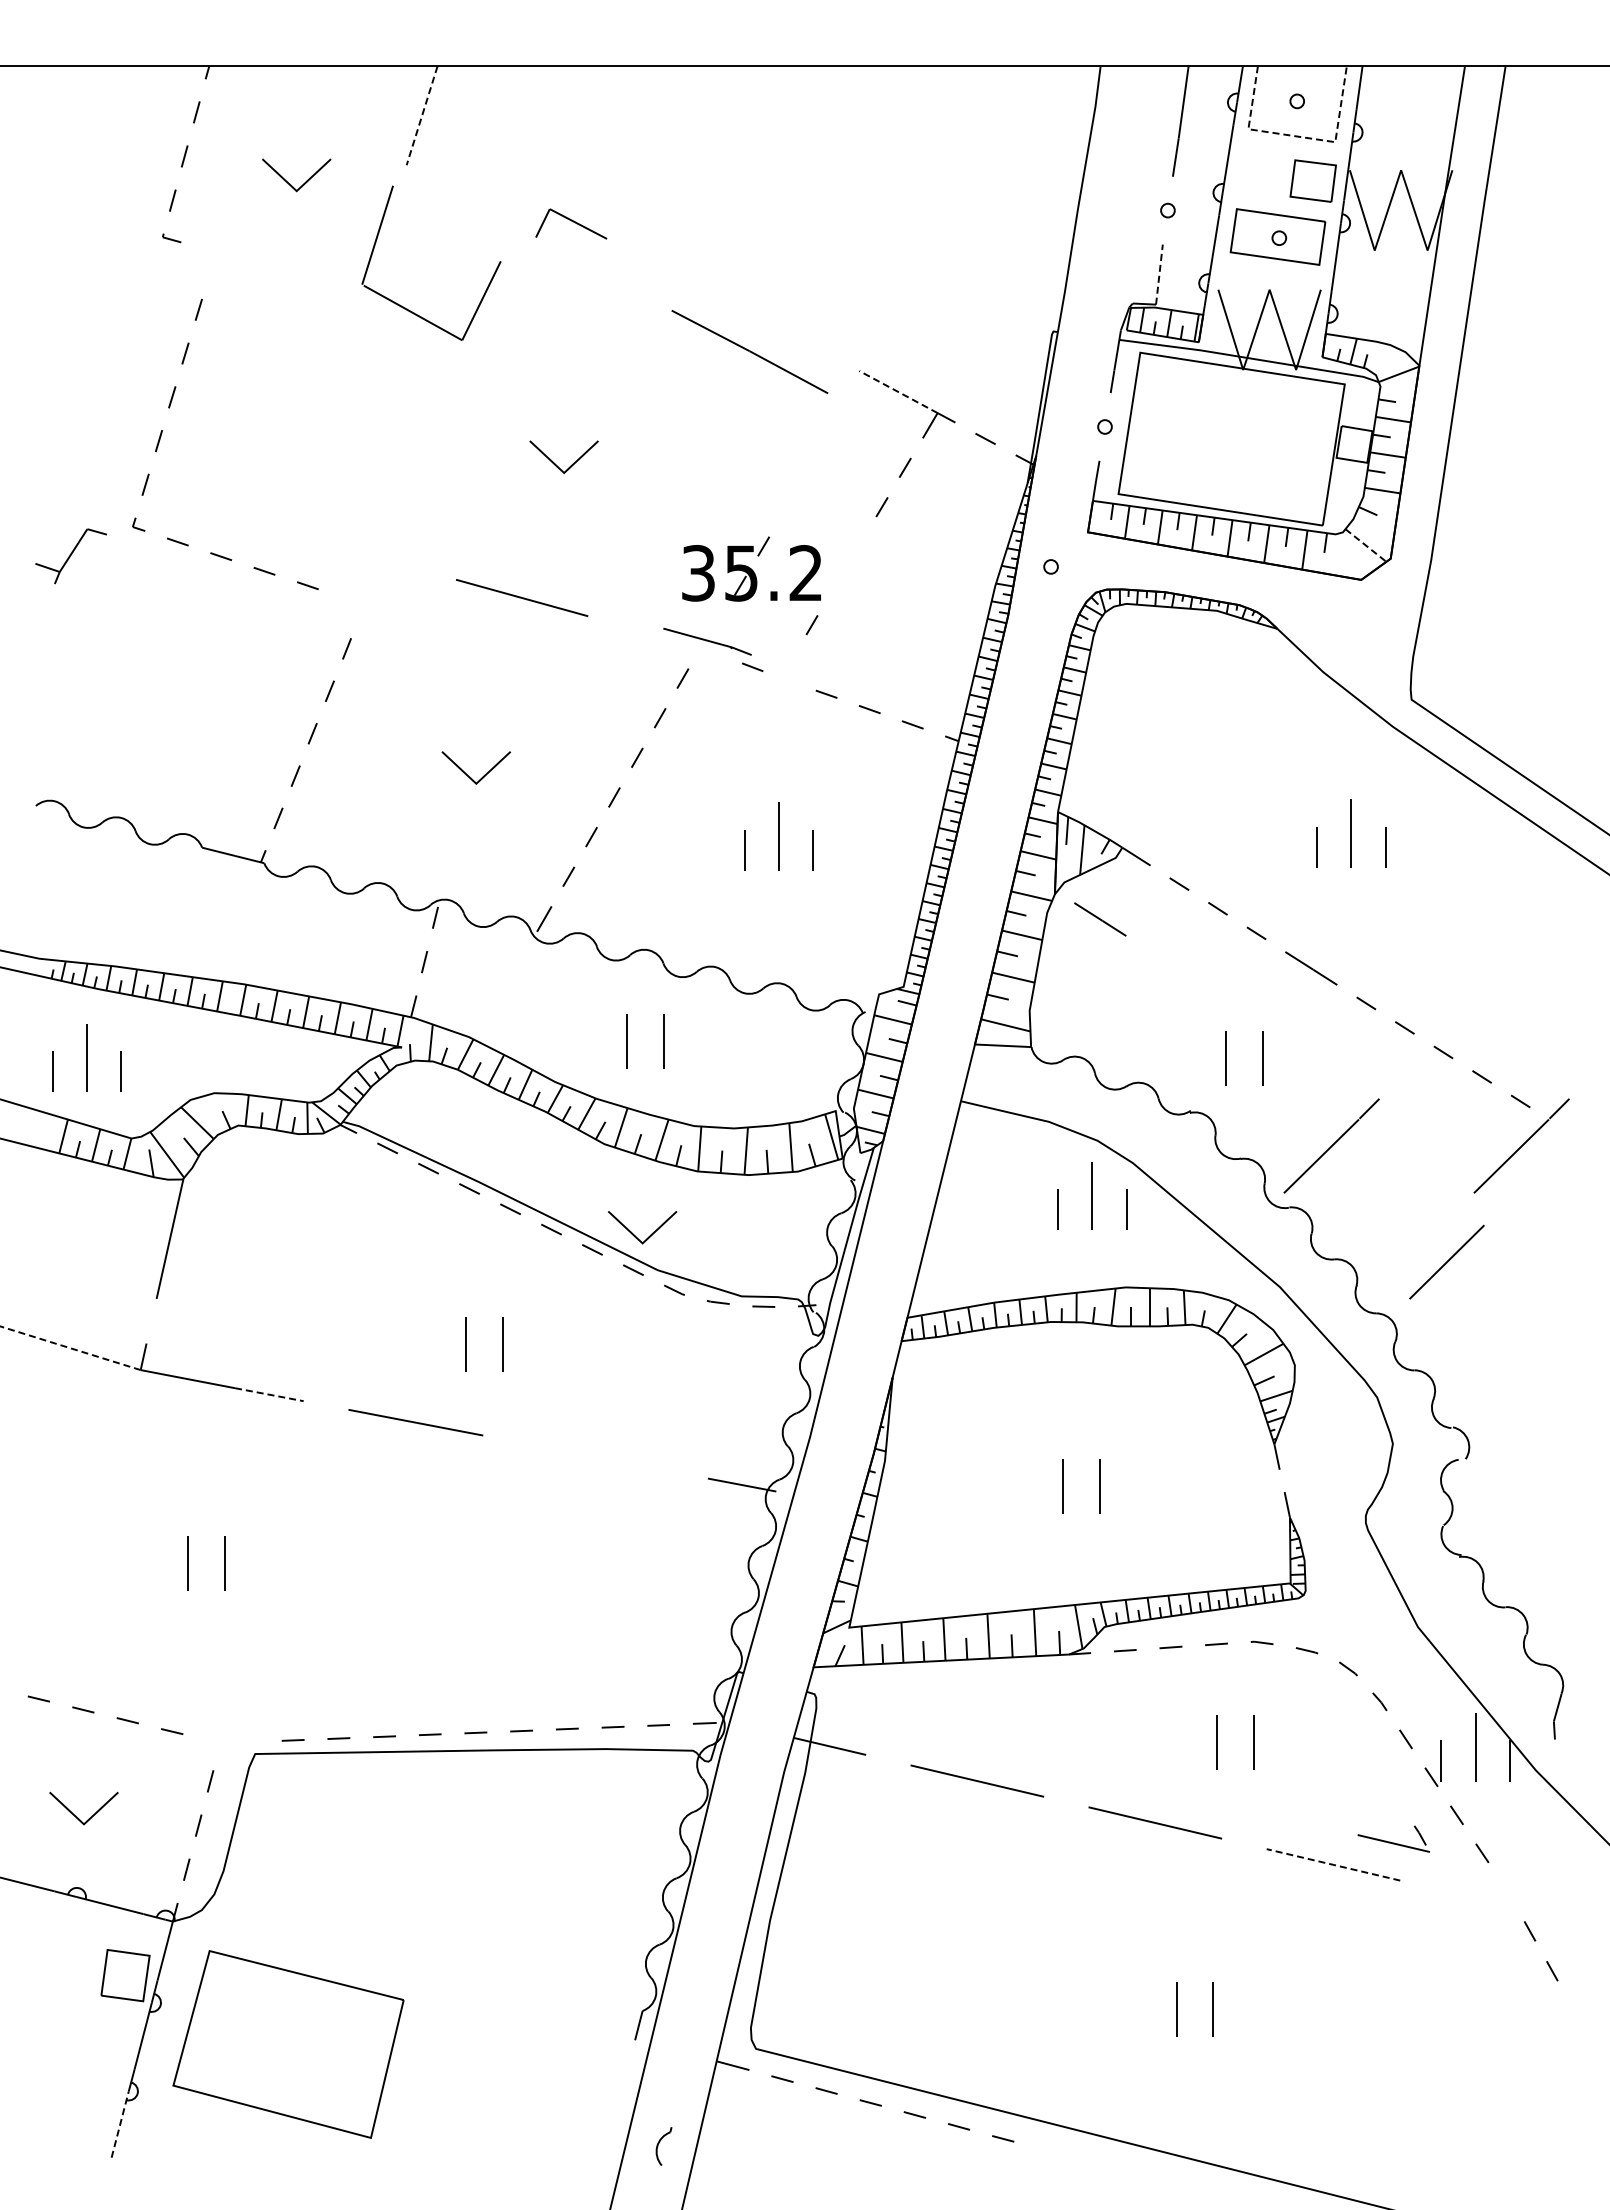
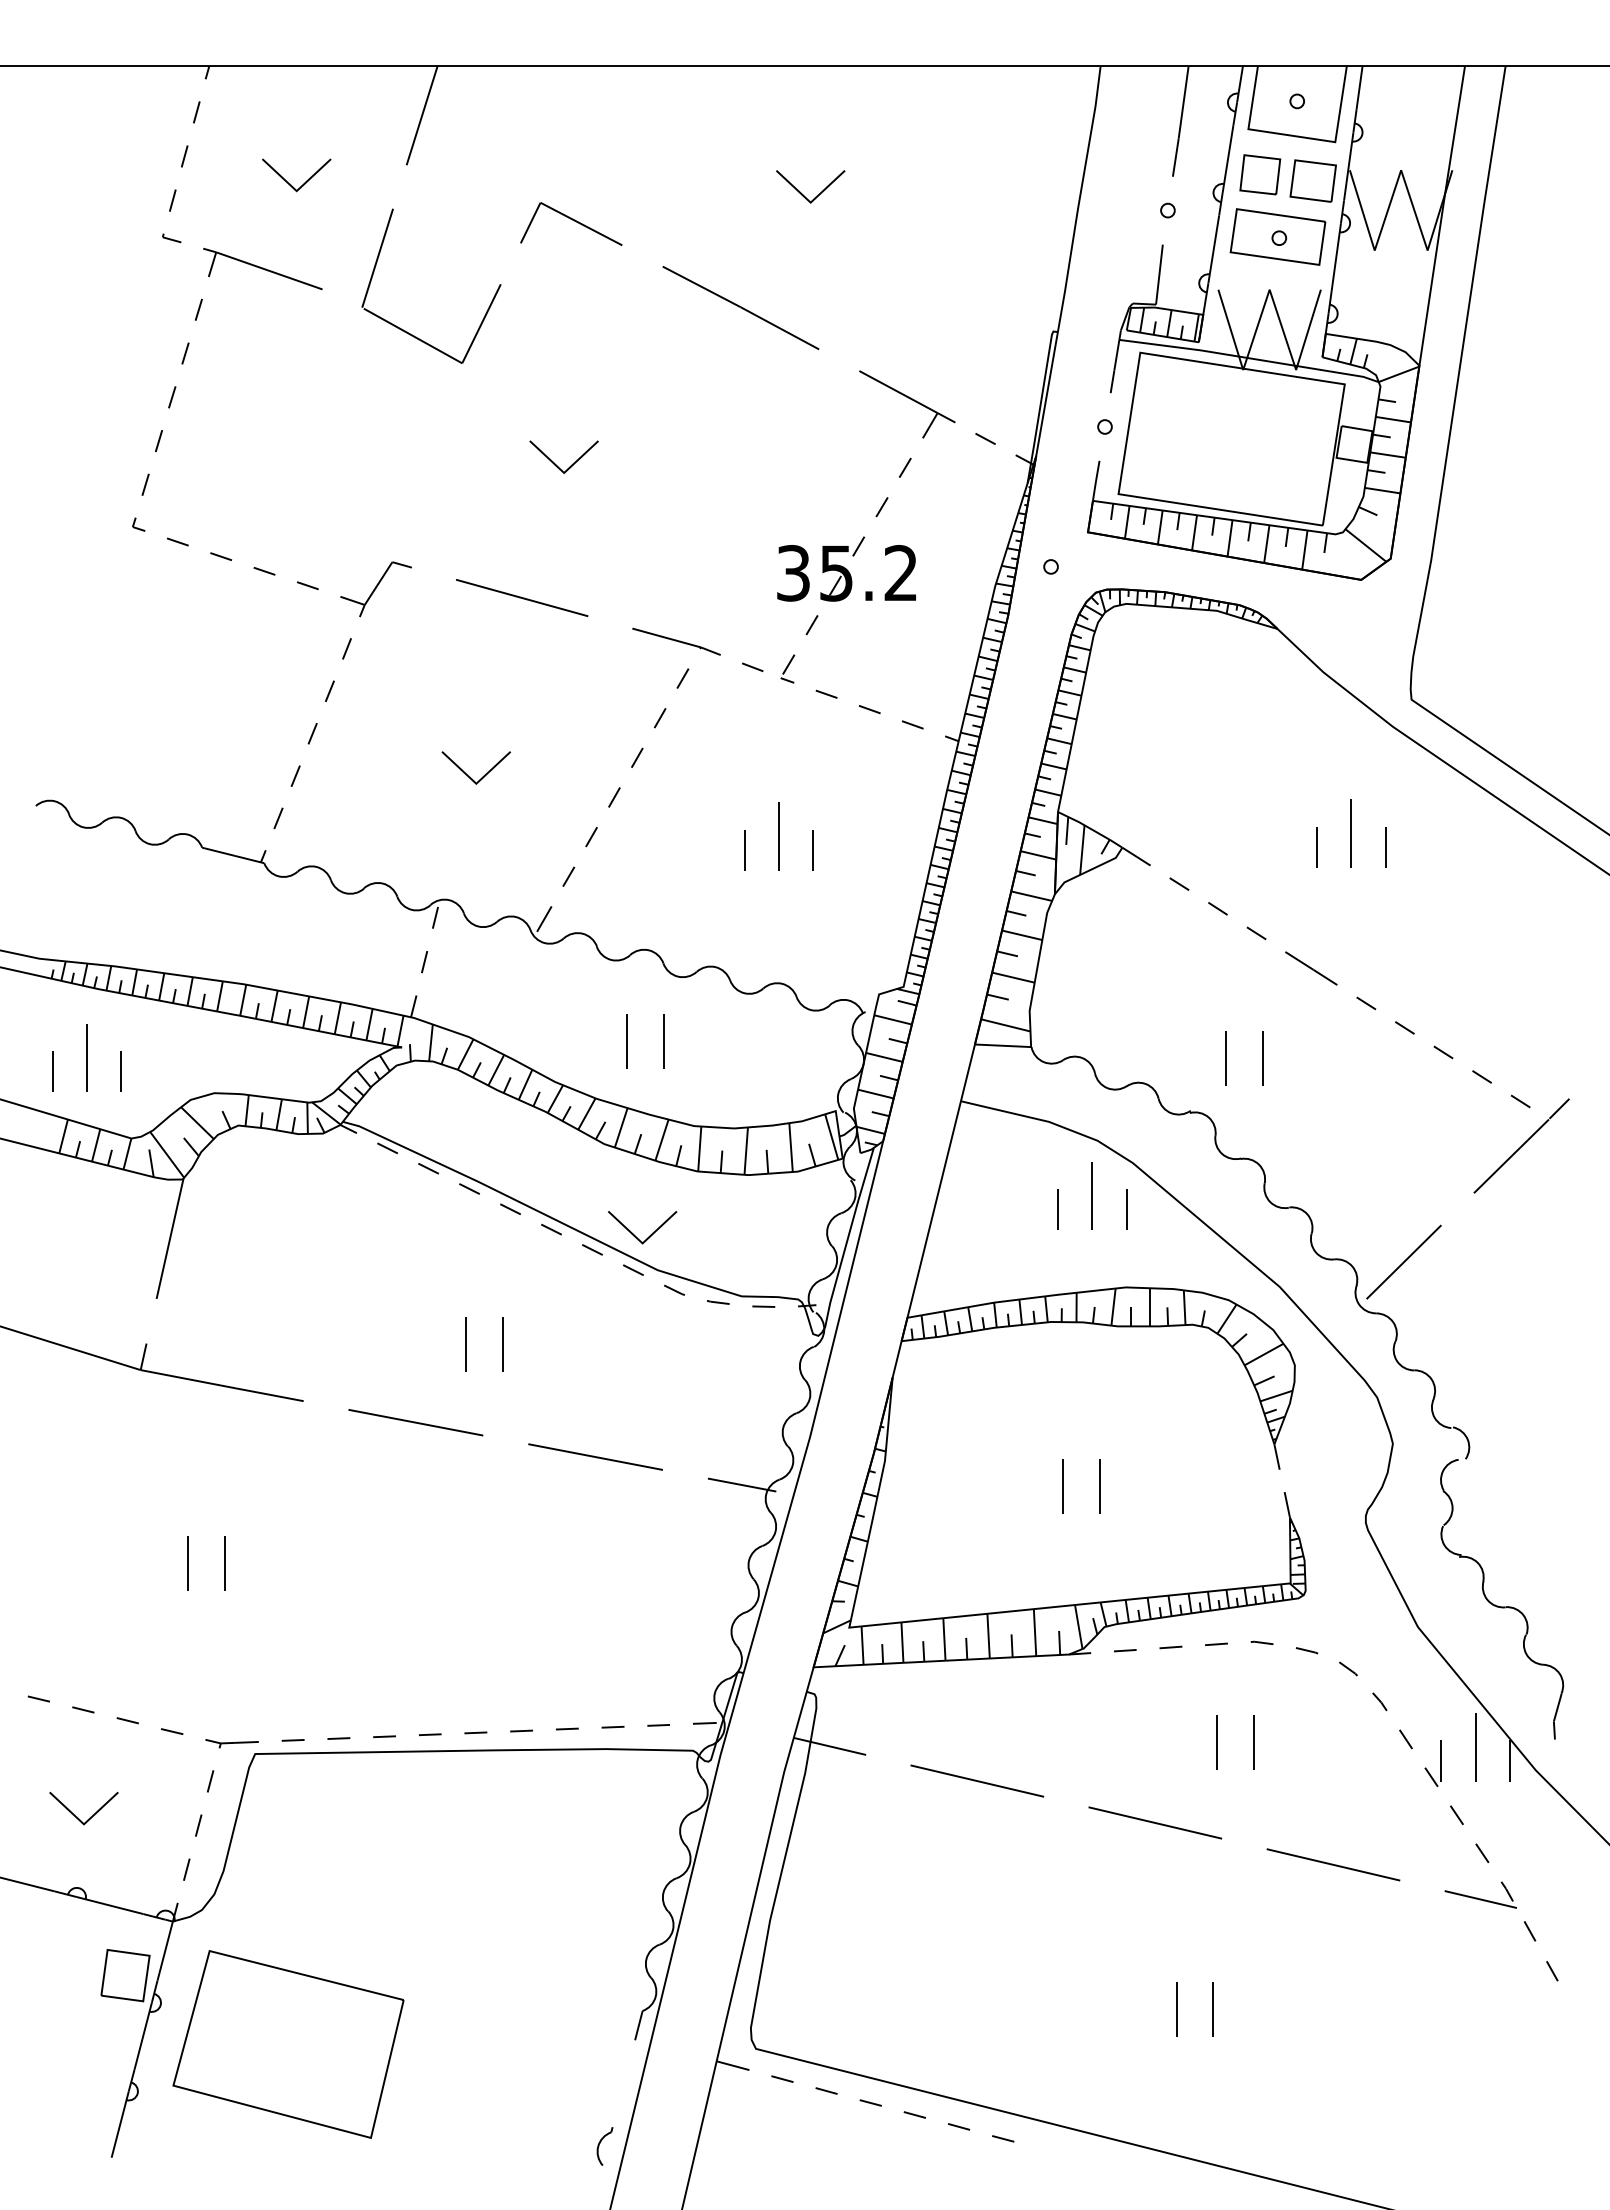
line at (422, 115): dashed -> solid
line at (1298, 136): dashed -> solid
part at (1260, 174): none -> present
part at (802, 193): none -> present
part at (571, 223) size: 73x32 px -> 103x44 px
part at (262, 268): none -> present
line at (1159, 274): dashed -> solid
part at (407, 308) position: (407, 308) -> (407, 331)
line at (749, 351) position: (749, 351) -> (740, 307)
line at (898, 391): dashed -> solid
line at (1366, 545): dashed -> solid
part at (70, 556) position: (70, 556) -> (375, 589)
part at (751, 568) position: (751, 568) -> (846, 568)
part at (707, 641) position: (707, 641) -> (676, 641)
part at (787, 668): none -> present
line at (1100, 919): present -> none
line at (1331, 1145): present -> none
line at (1446, 1261) position: (1446, 1261) -> (1403, 1261)
line at (70, 1348): dashed -> solid
line at (269, 1394): dashed -> solid
line at (595, 1456): none -> present
part at (231, 1743): none -> present
part at (1393, 1838) position: (1393, 1838) -> (1480, 1894)
line at (1333, 1864): dashed -> solid
line at (120, 2124): dashed -> solid
part at (663, 2146) position: (663, 2146) -> (604, 2146)
